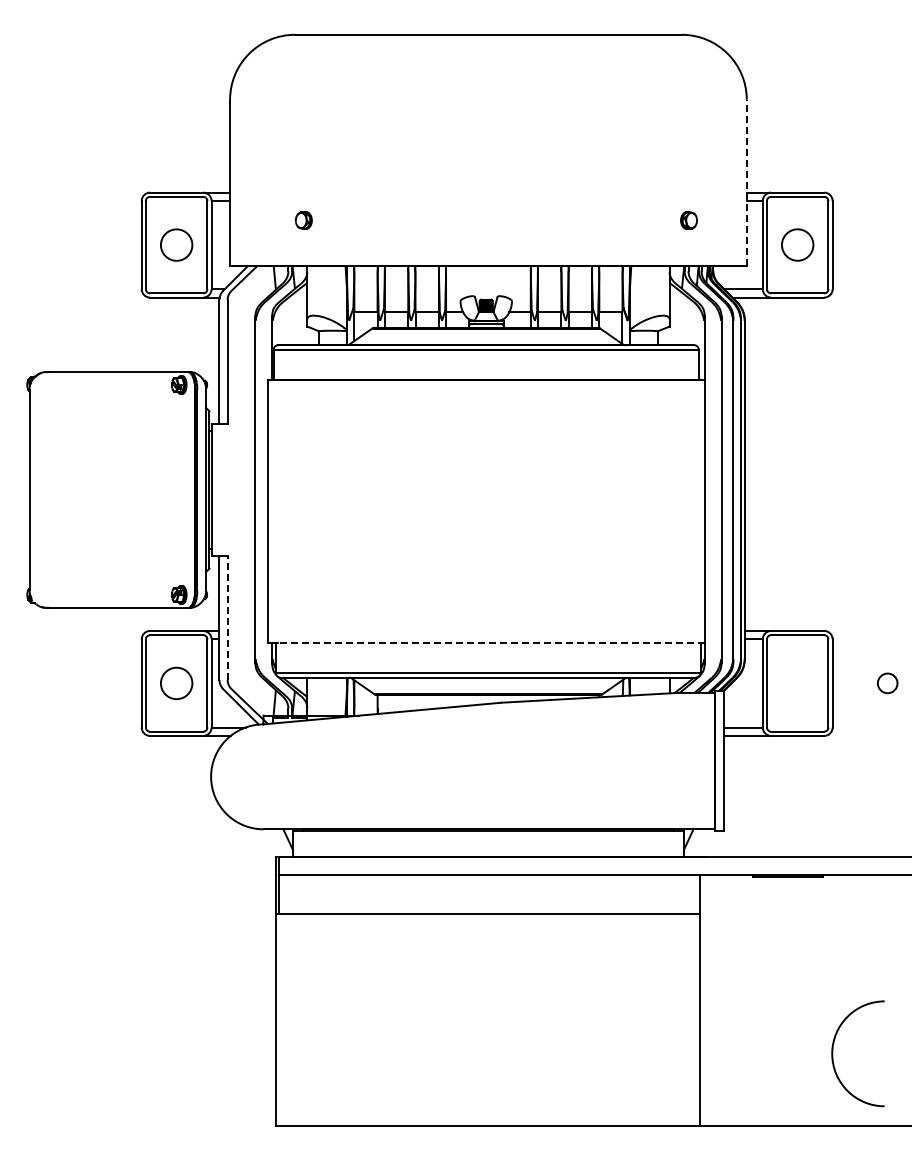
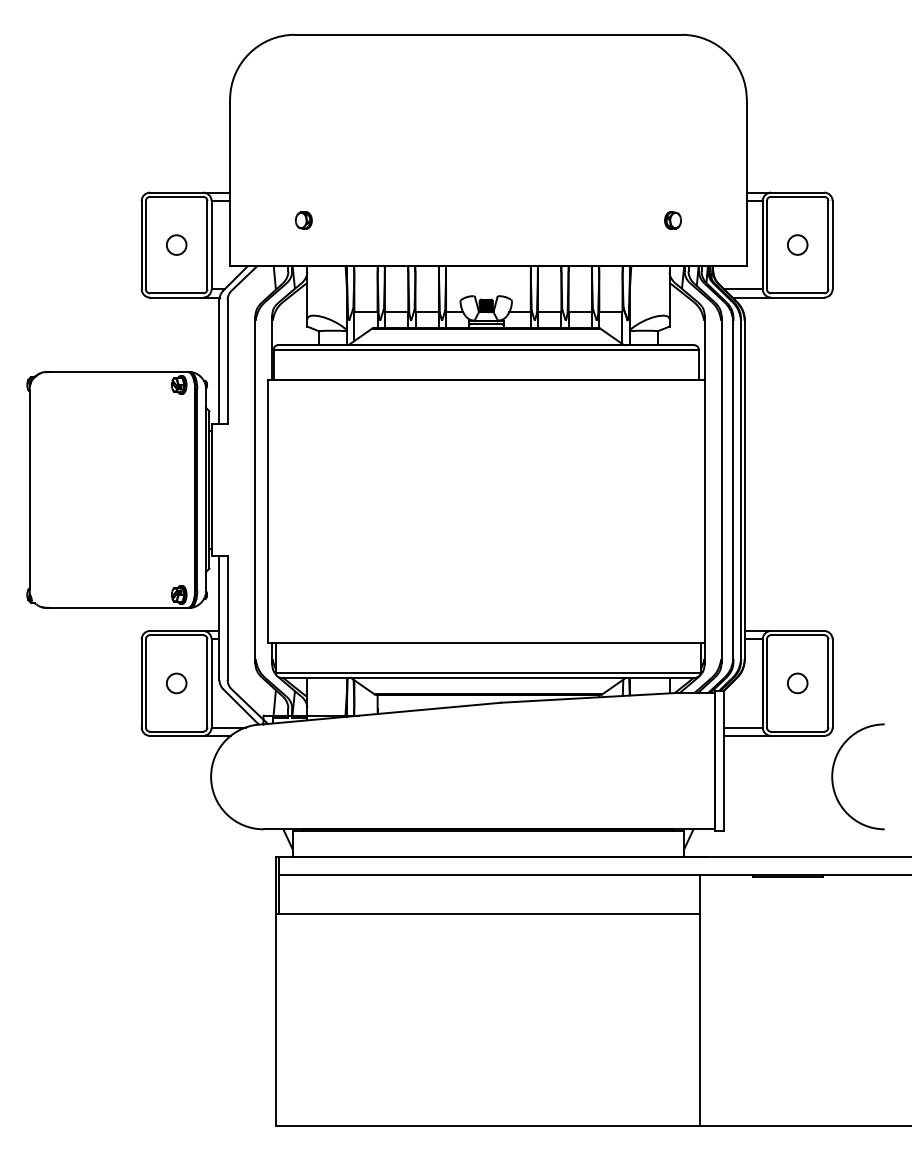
line at (746, 182): dashed -> solid
part at (688, 220) position: (688, 220) -> (672, 220)
circle at (176, 244) diameter: 31 px -> 20 px
circle at (797, 244) diameter: 31 px -> 20 px
line at (227, 617): dashed -> solid
line at (491, 642): dashed -> solid
circle at (176, 683) diameter: 31 px -> 20 px
circle at (887, 683) position: (887, 683) -> (797, 683)
arc at (833, 1053) position: (833, 1053) -> (833, 776)
